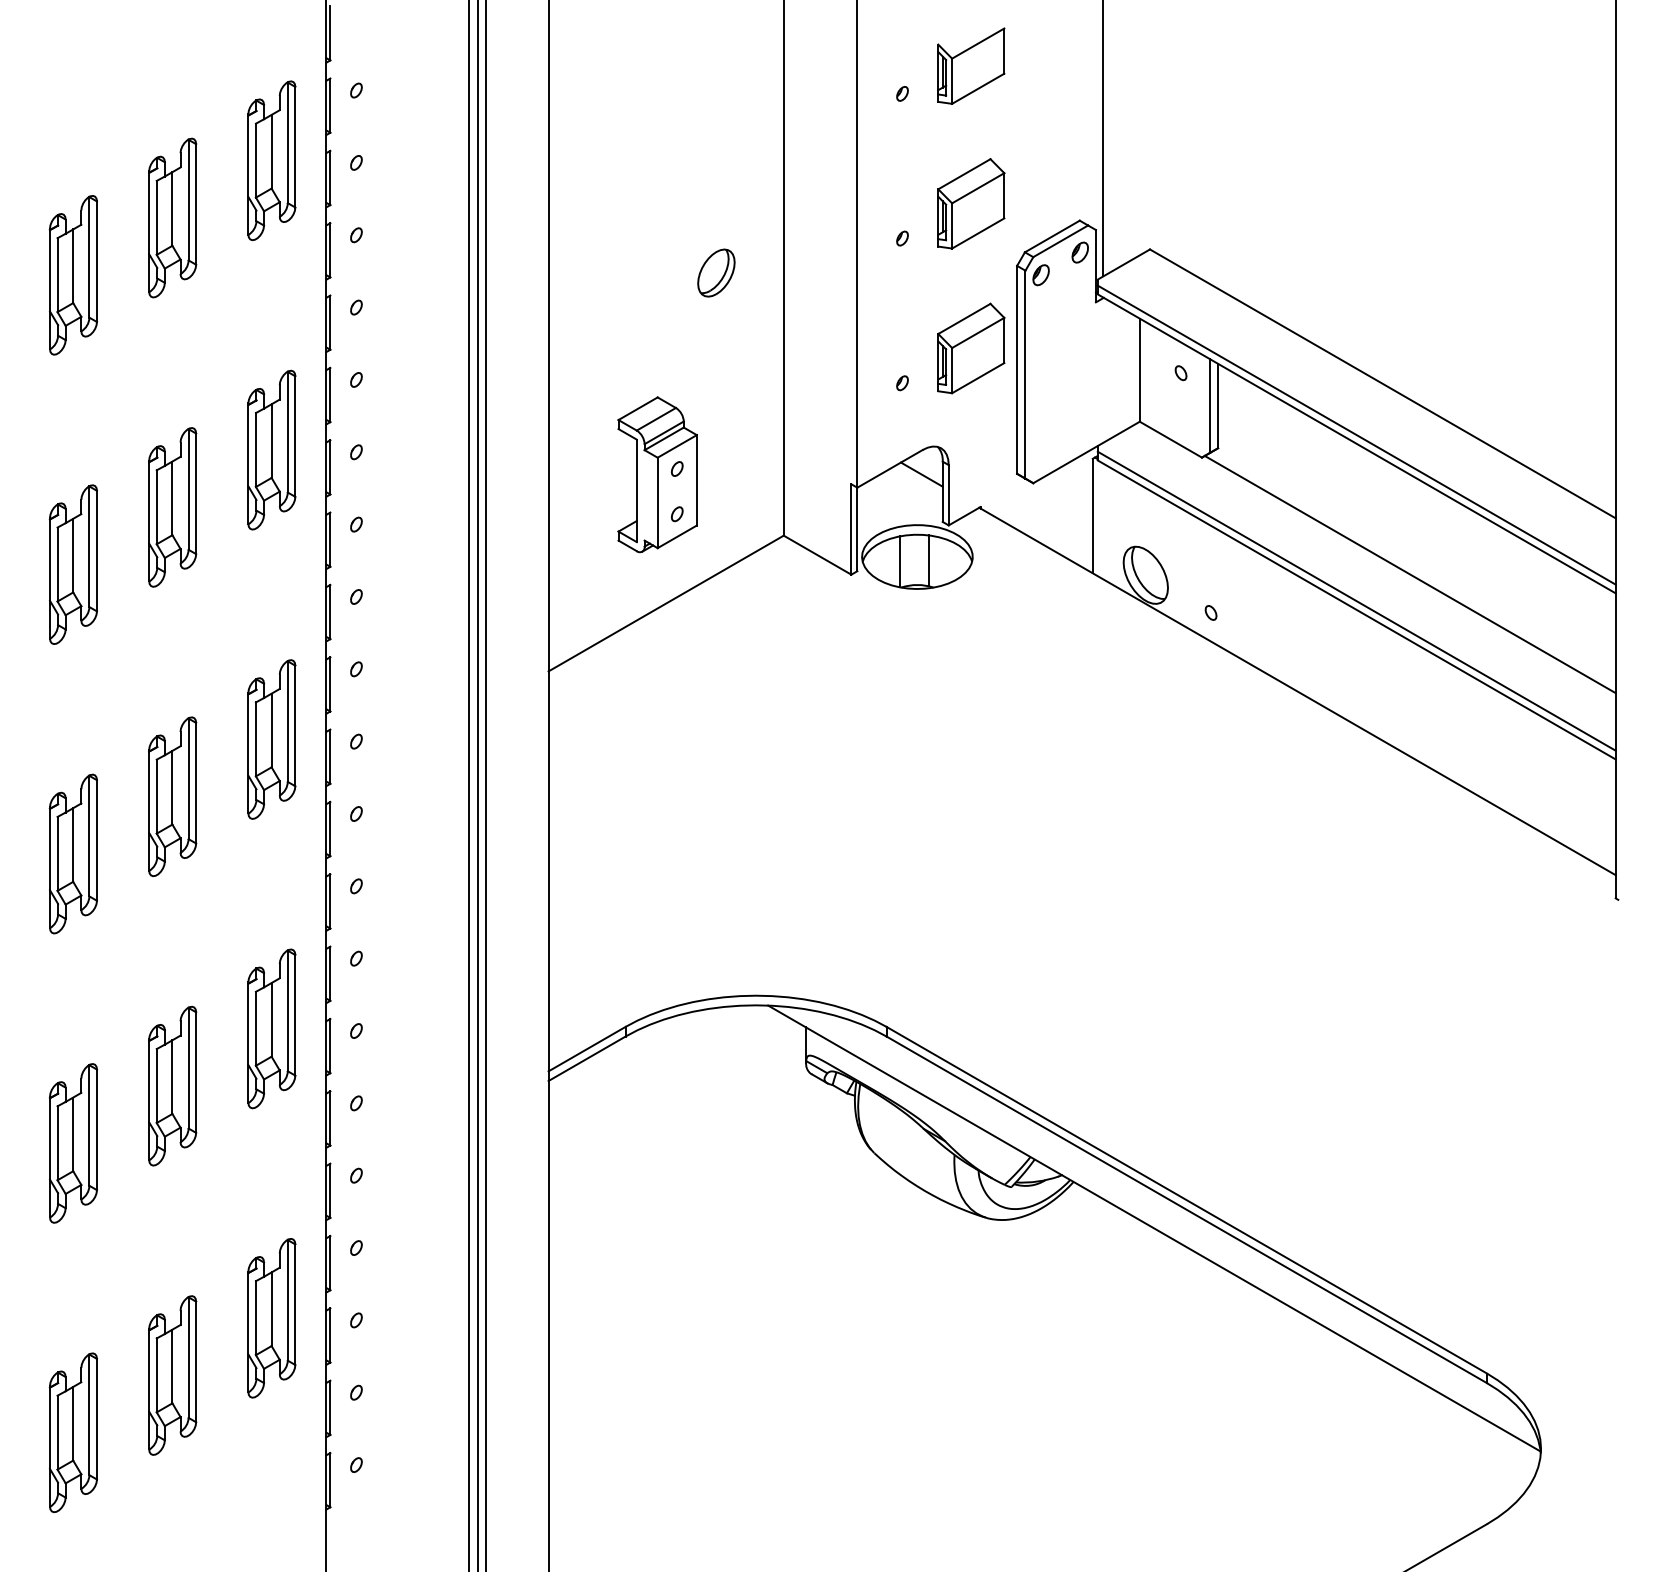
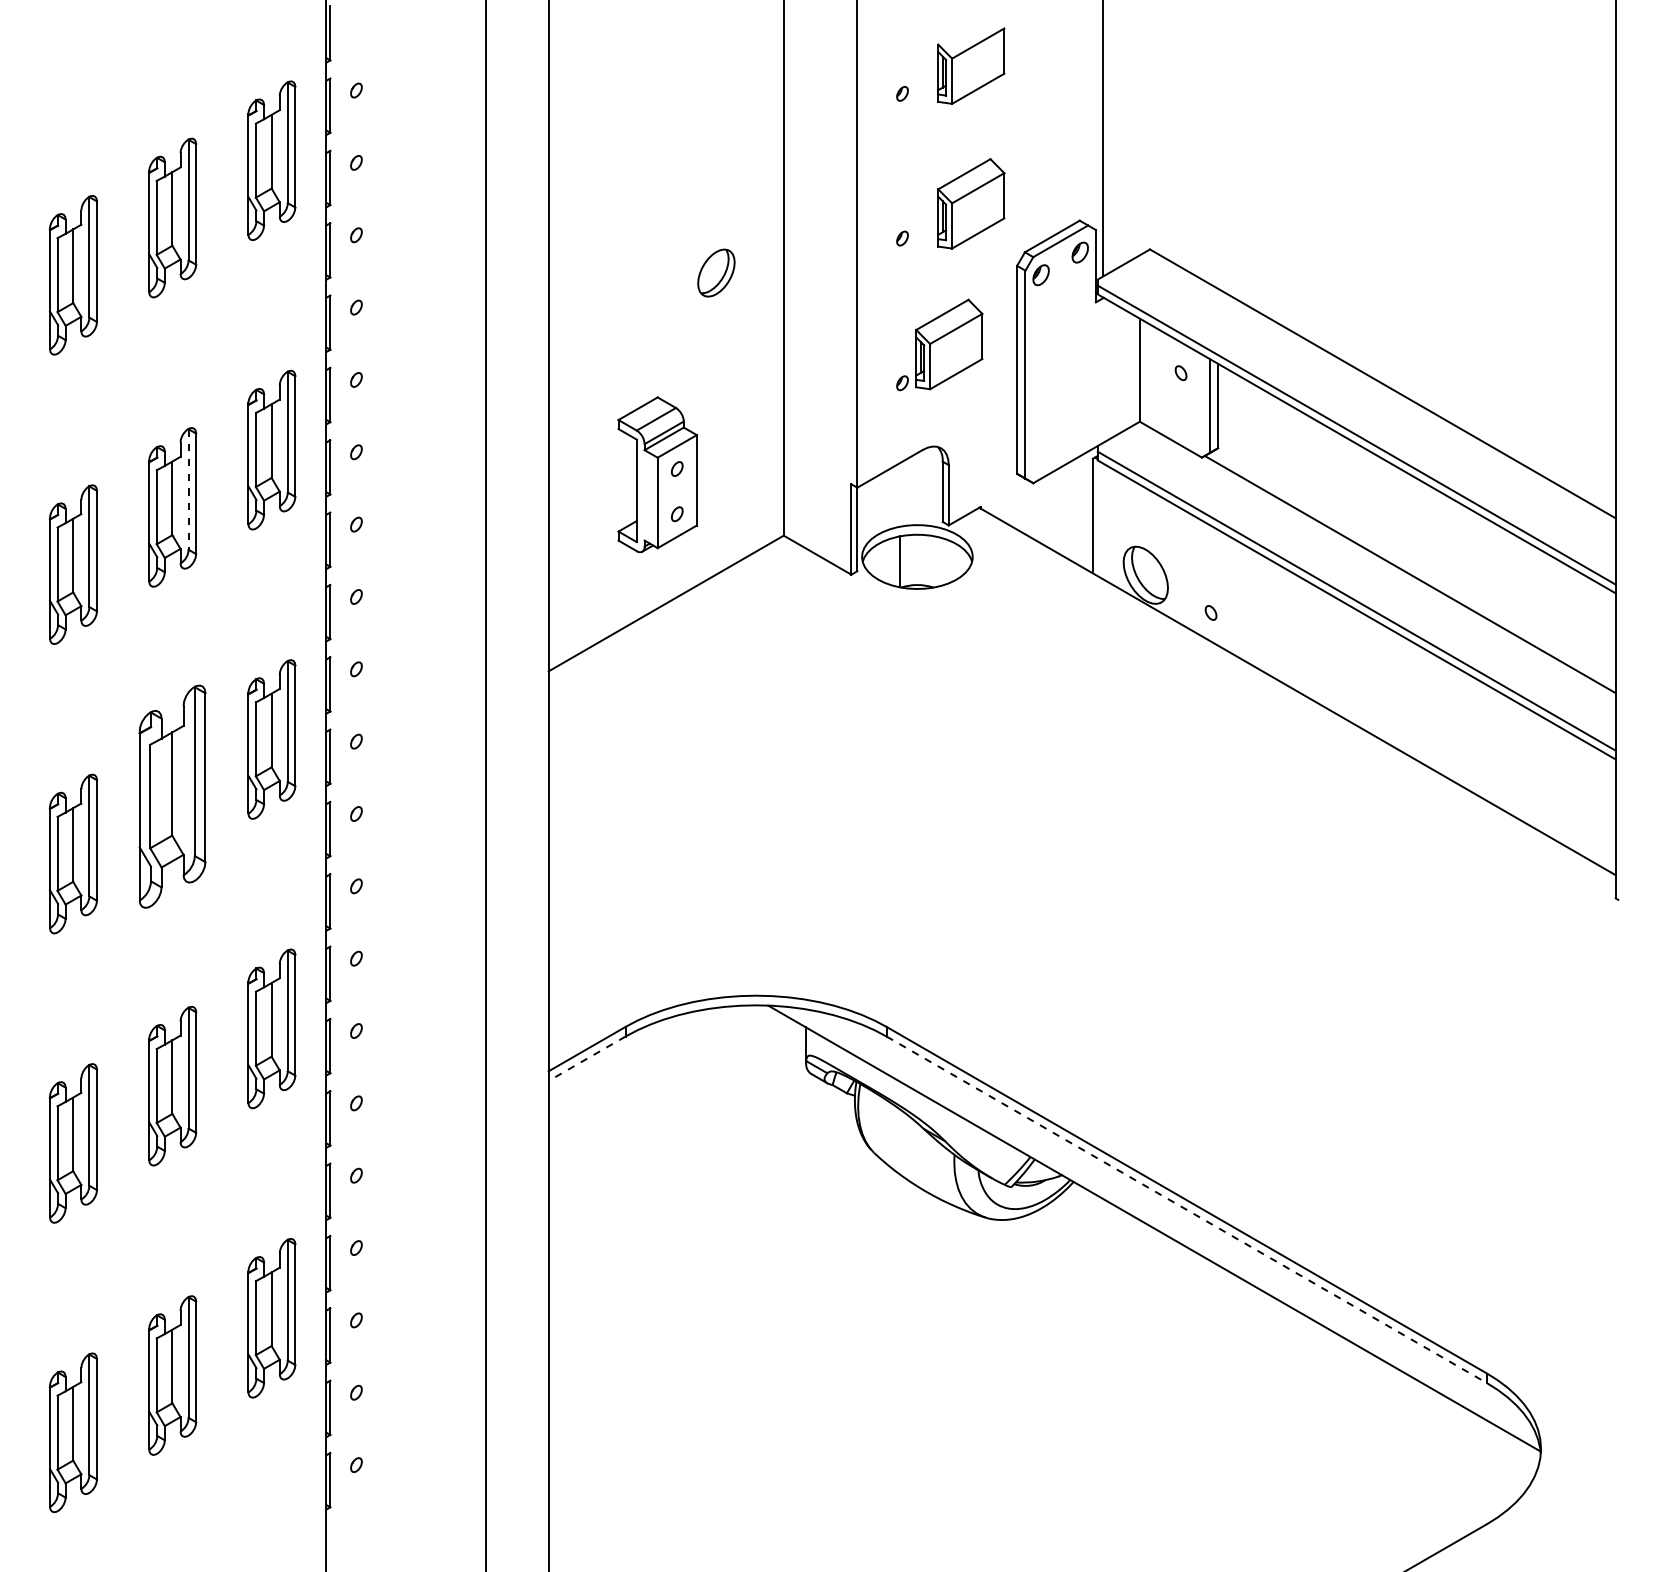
part at (971, 348) position: (971, 348) -> (949, 344)
line at (921, 474): present -> none
line at (188, 490): solid -> dashed
line at (928, 560): present -> none
line at (468, 785): present -> none
line at (478, 785): present -> none
part at (172, 796) size: 50x162 px -> 69x225 px
line at (586, 1059): solid -> dashed
line at (1186, 1209): solid -> dashed
